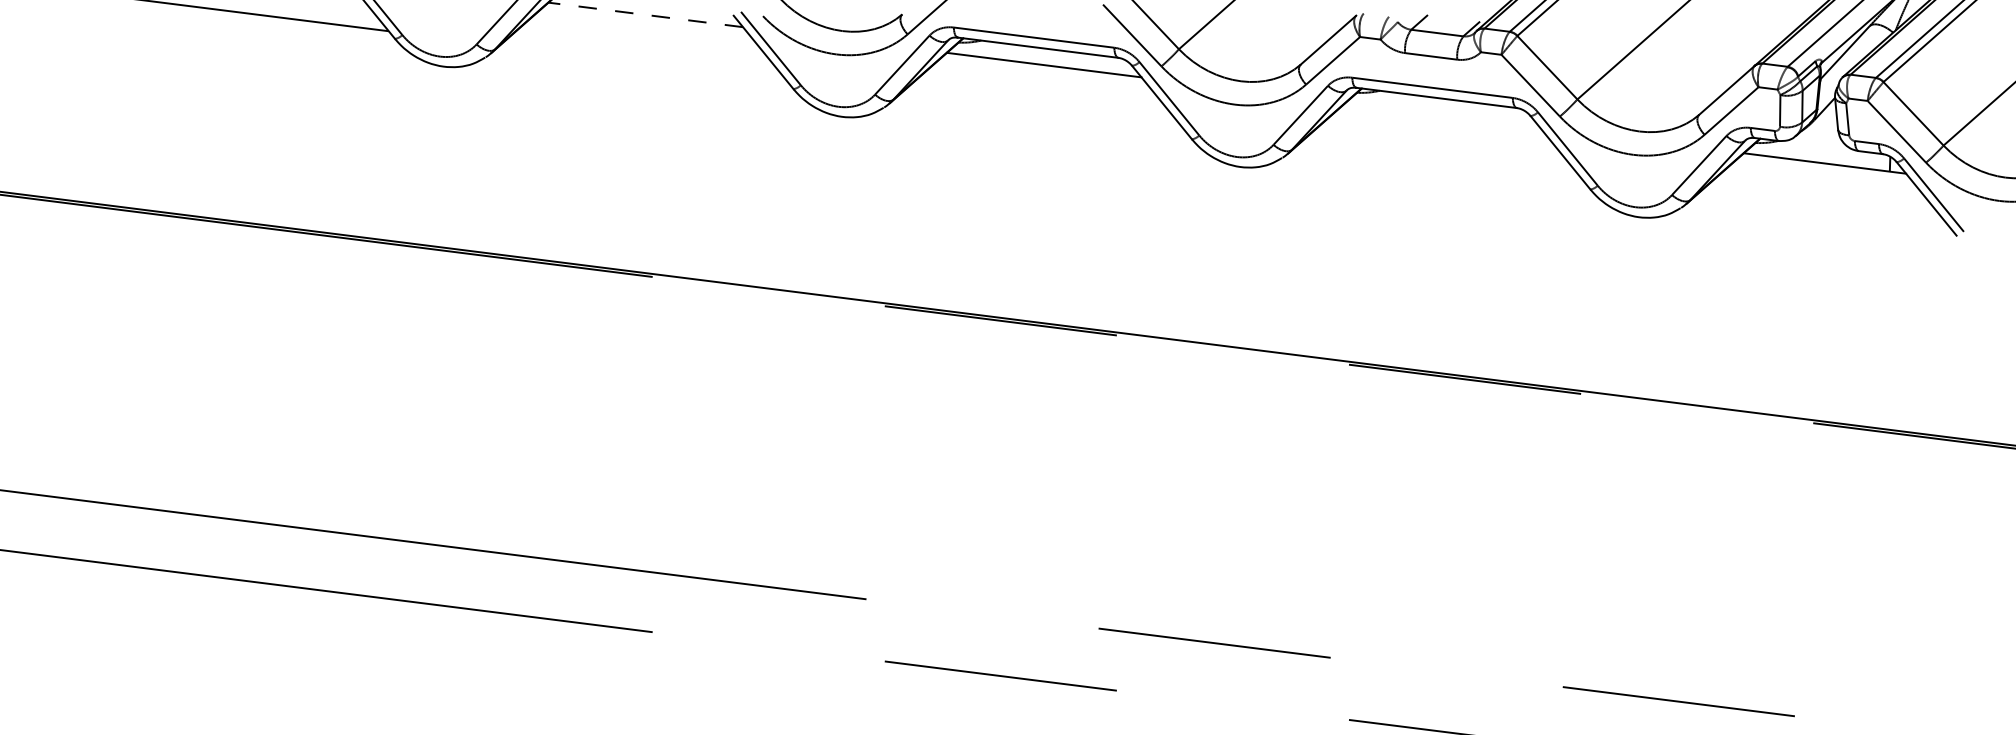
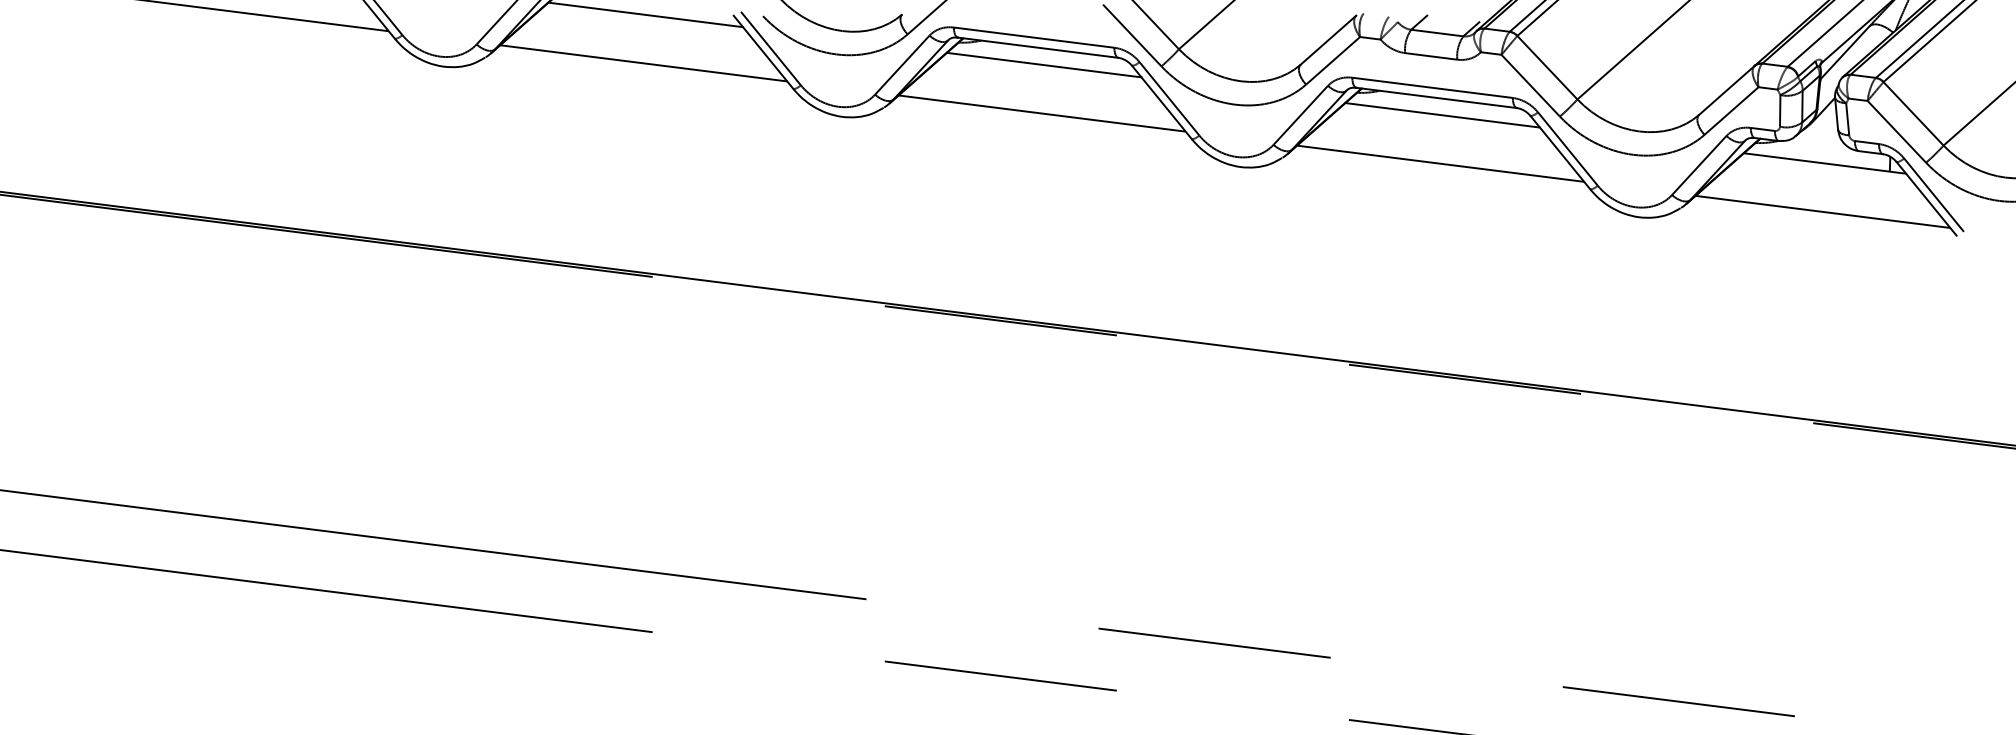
line at (645, 14): dashed -> solid
line at (643, 63): none -> present
line at (1041, 113): none -> present
line at (1442, 115): none -> present
line at (1440, 163): none -> present
line at (1822, 211): none -> present
